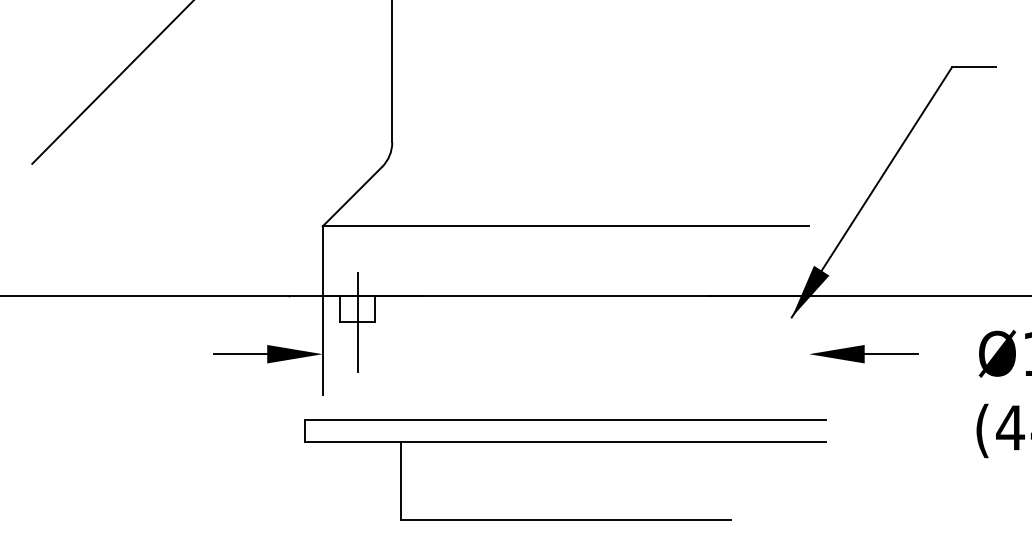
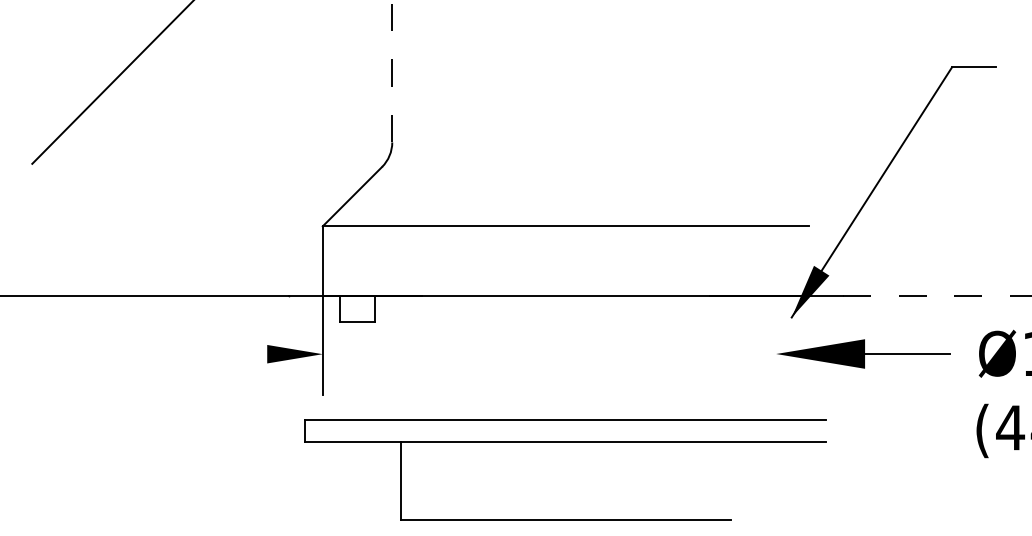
line at (392, 71): solid -> dashed
line at (937, 295): solid -> dashed
line at (357, 322): present -> none
line at (240, 354): present -> none
part at (863, 354) size: 110x19 px -> 174x30 px
